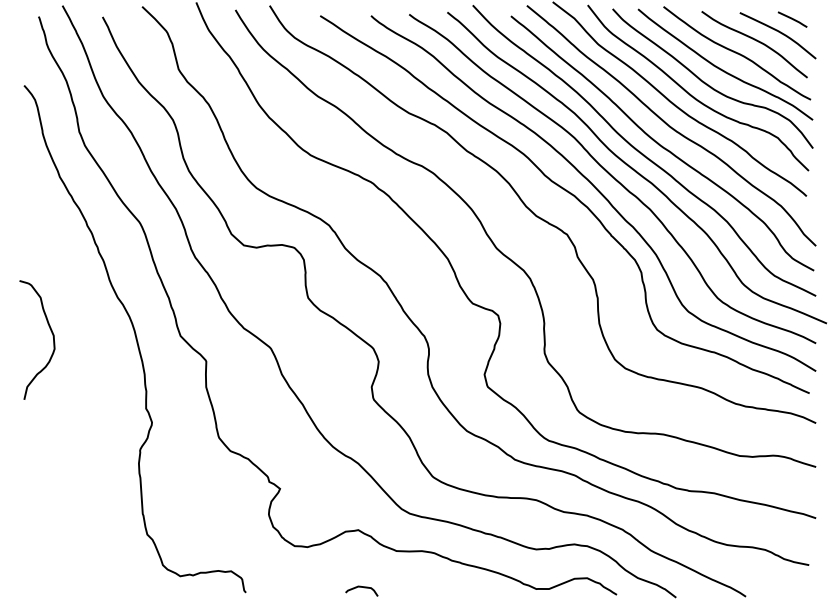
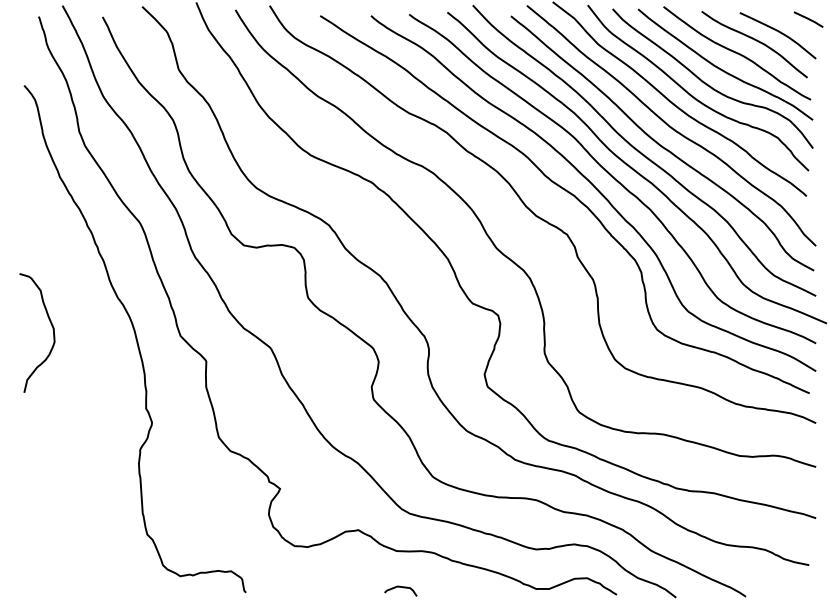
line at (792, 19) position: (792, 19) -> (808, 19)
curve at (51, 333) position: (51, 333) -> (51, 326)
curve at (361, 587) position: (361, 587) -> (400, 587)
